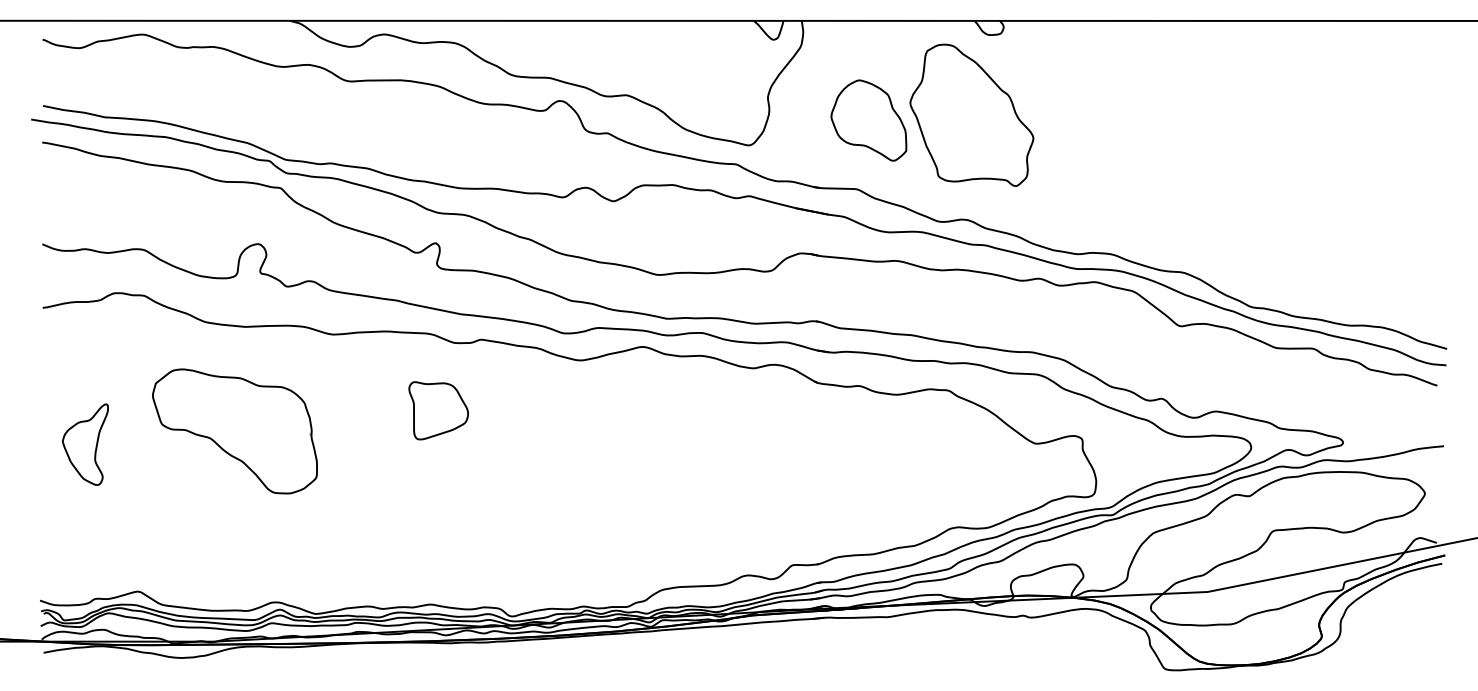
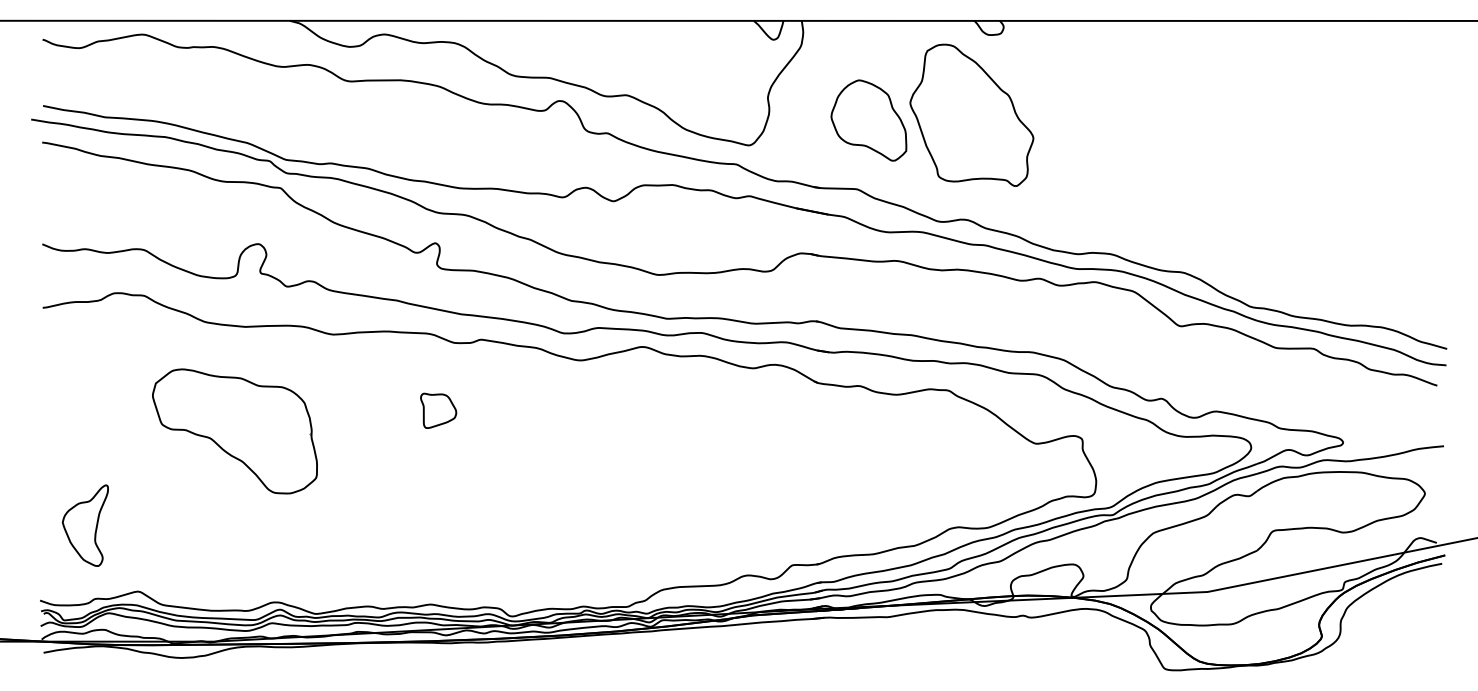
part at (438, 410) size: 61x60 px -> 38x37 px
part at (84, 444) position: (84, 444) -> (84, 525)
